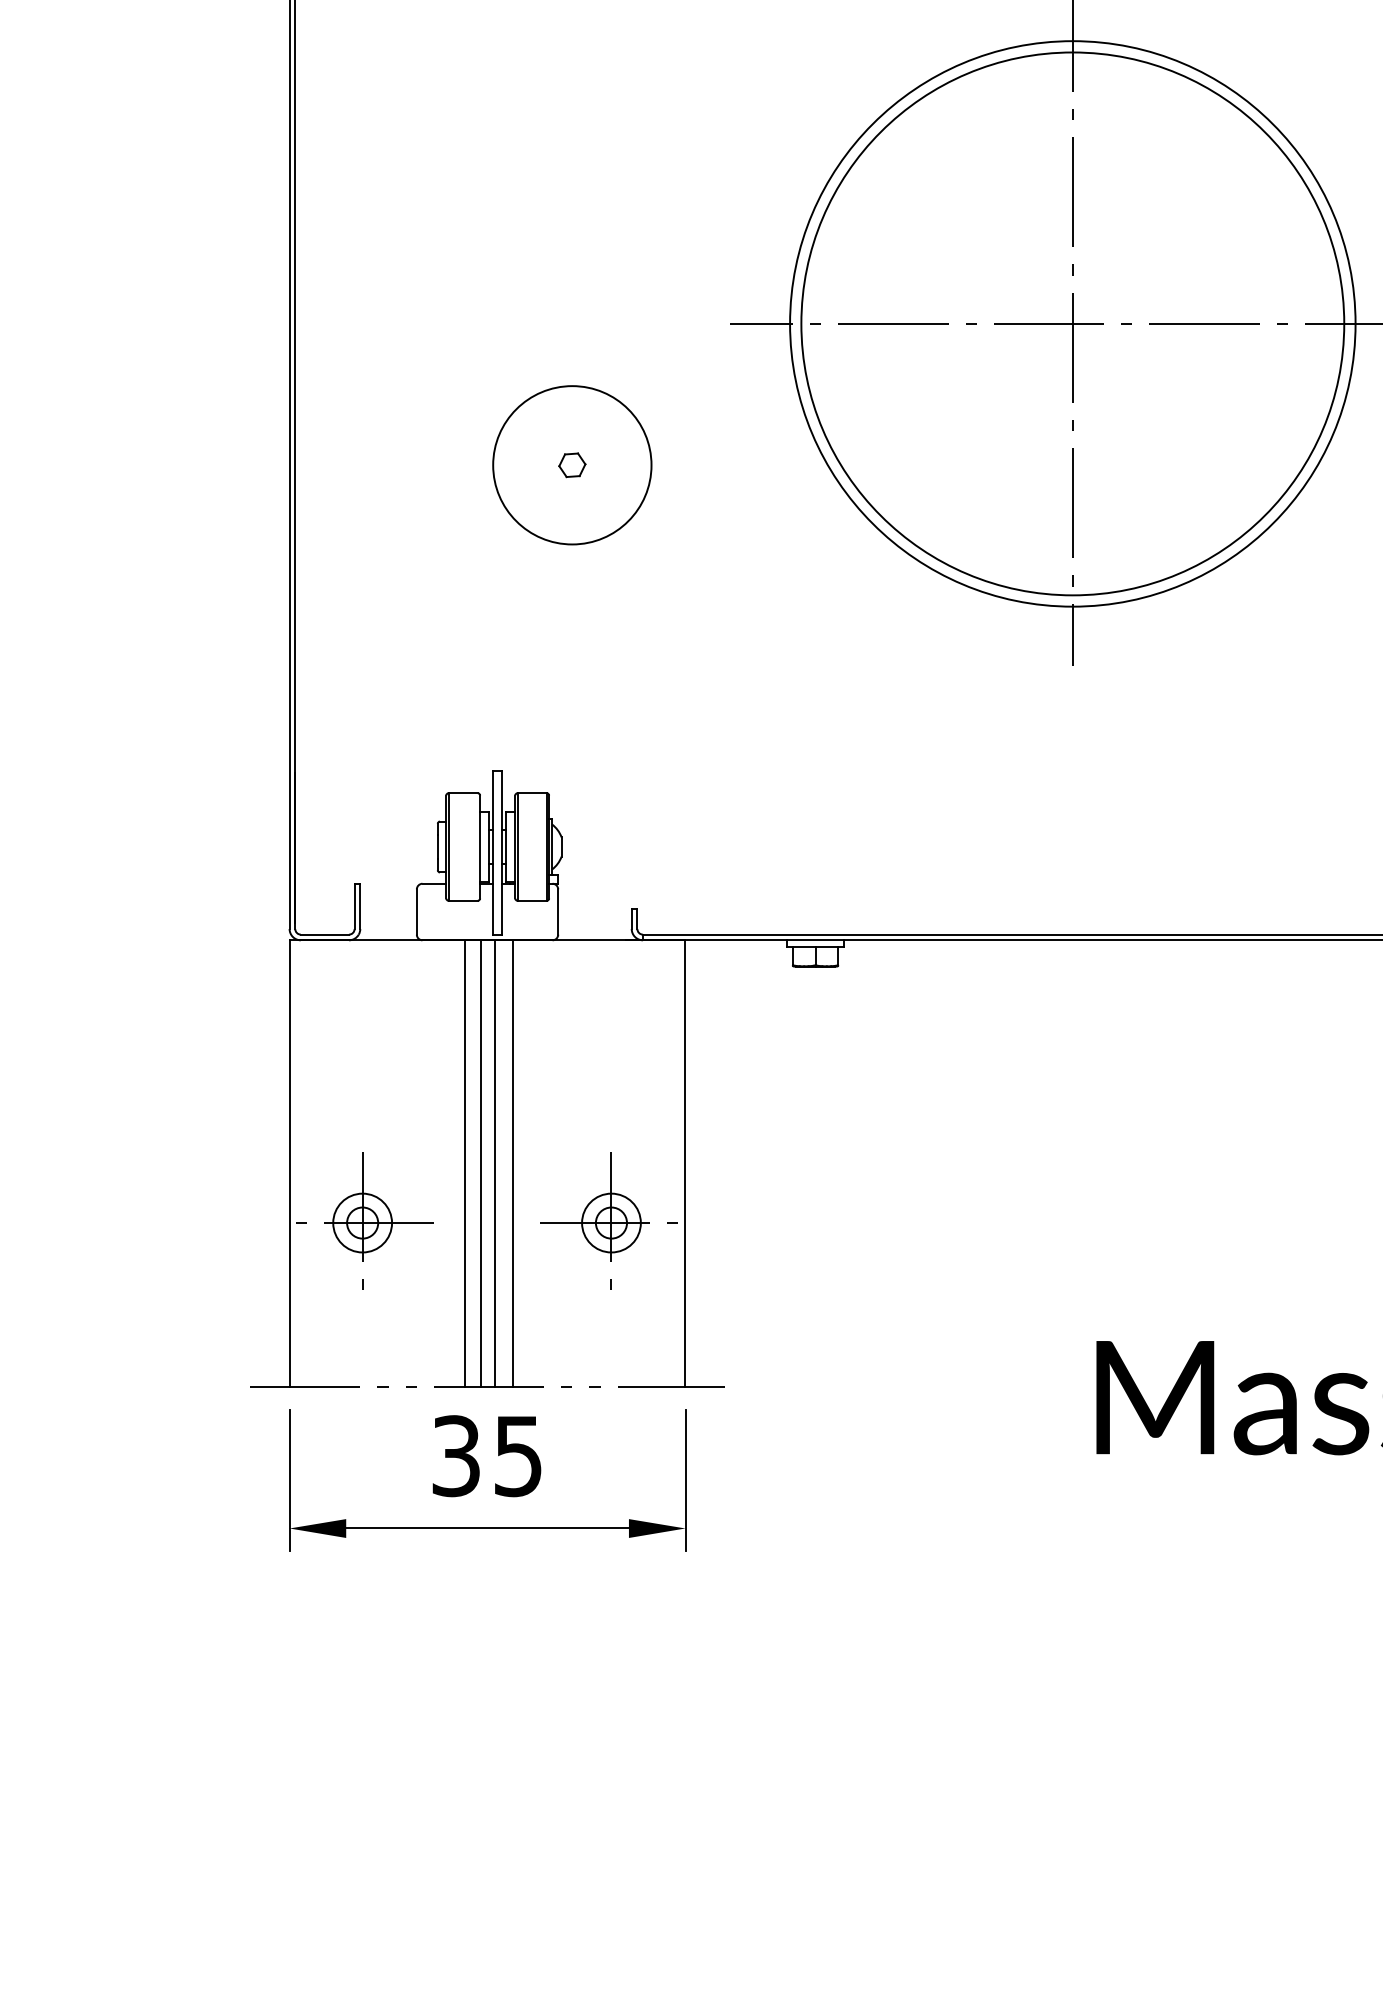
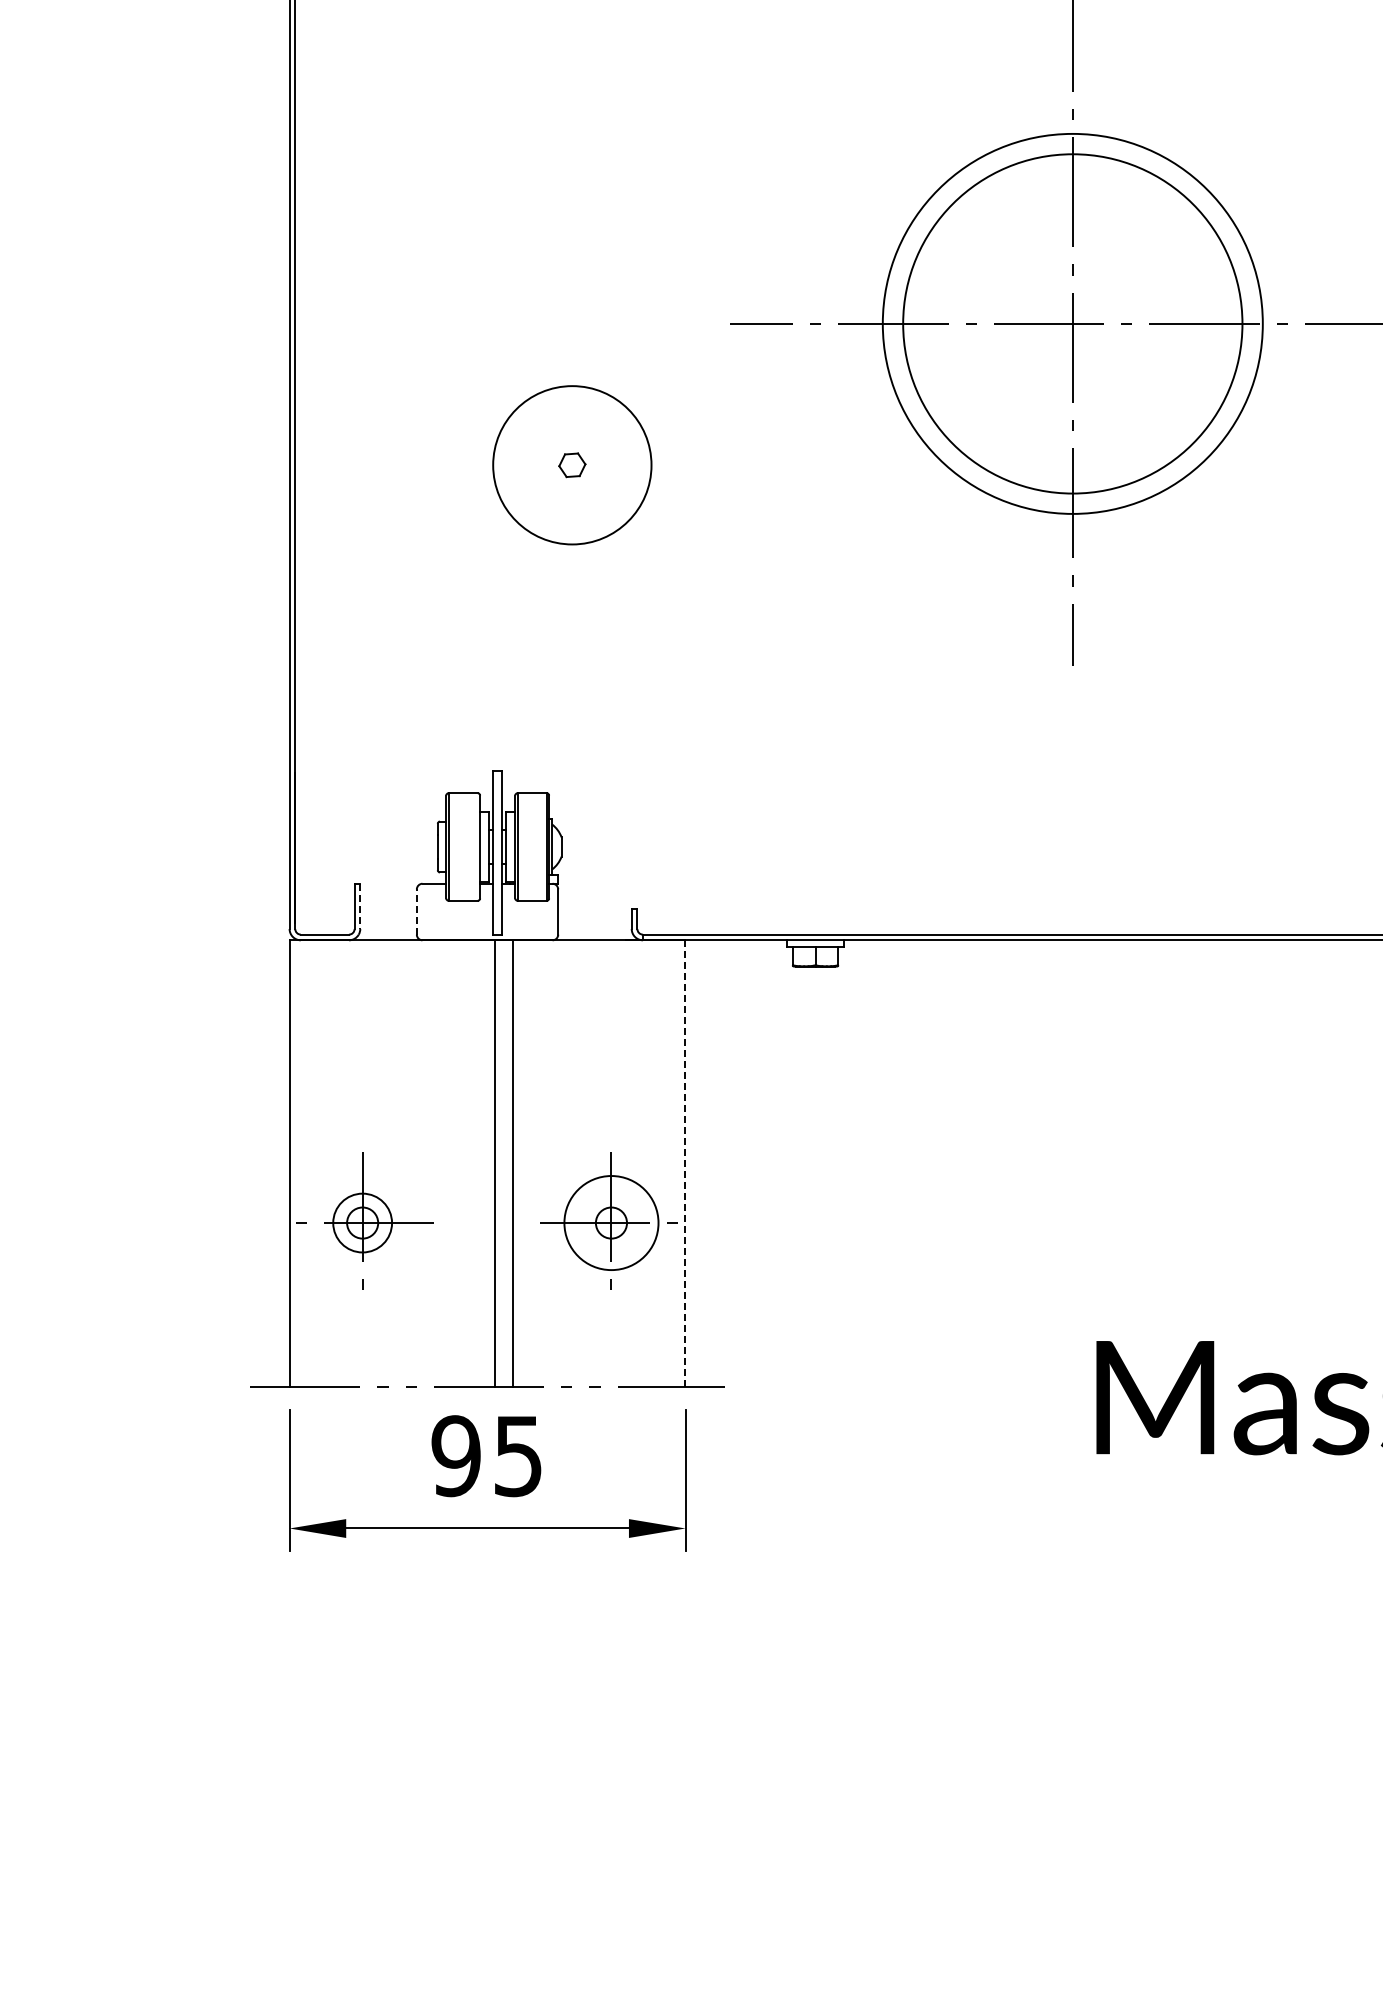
circle at (1072, 323) diameter: 543 px -> 380 px
circle at (1072, 323) diameter: 565 px -> 339 px
line at (360, 906): solid -> dashed
line at (416, 912): solid -> dashed
line at (464, 1163): present -> none
line at (481, 1163): present -> none
line at (685, 1163): solid -> dashed
circle at (611, 1222) diameter: 59 px -> 94 px
text at (455, 1456): 35 -> 95
